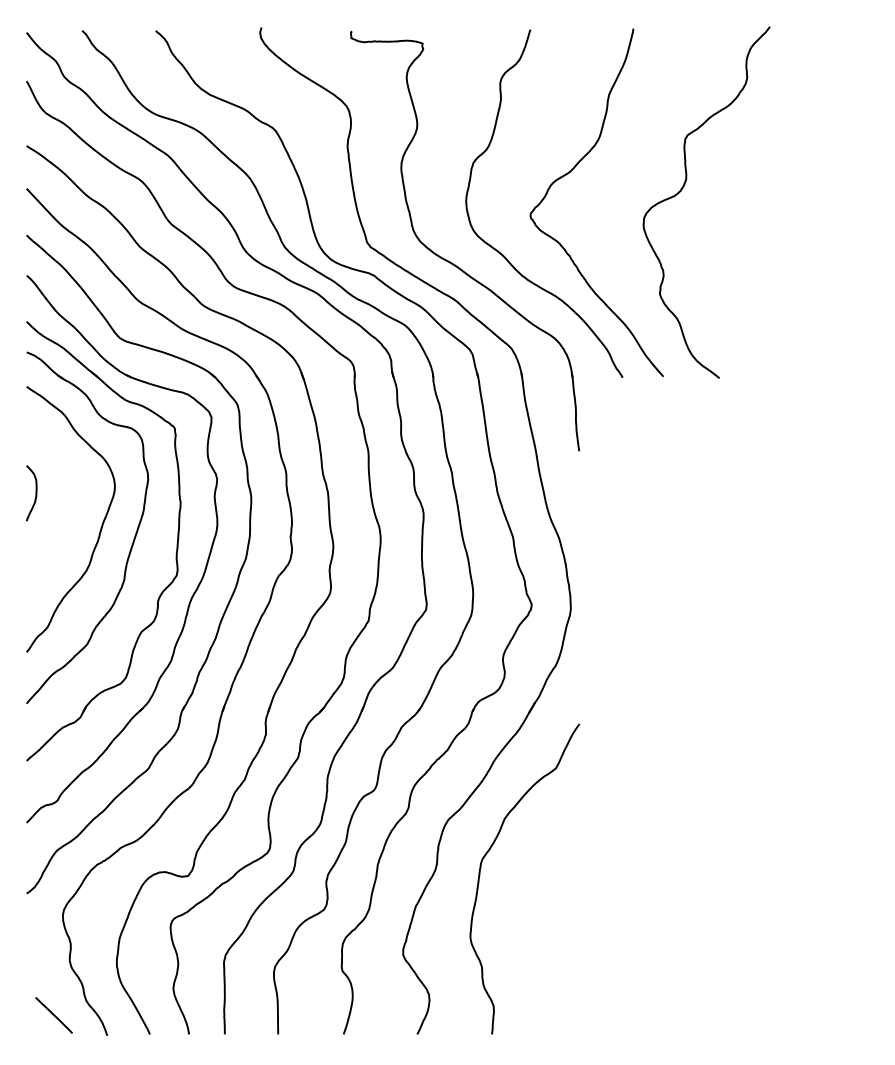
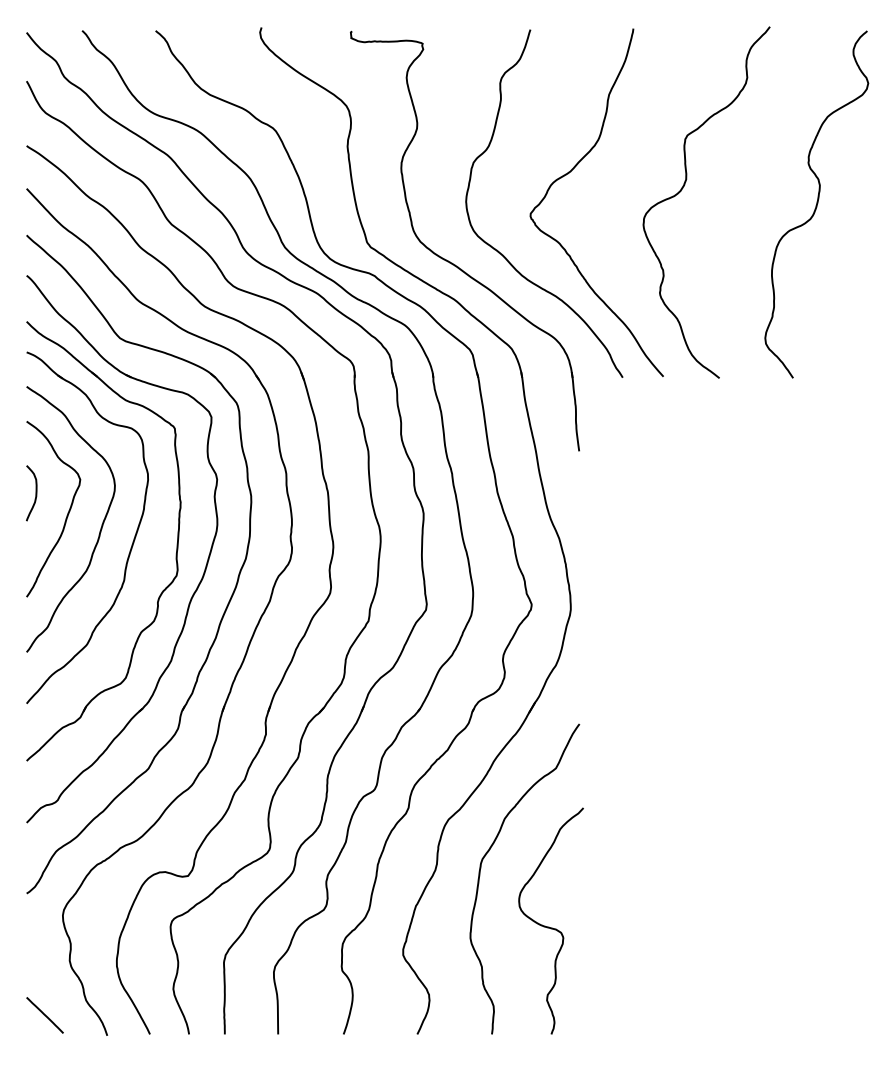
curve at (816, 204): none -> present
curve at (67, 512): none -> present
curve at (549, 926): none -> present
line at (53, 1015) position: (53, 1015) -> (44, 1015)
